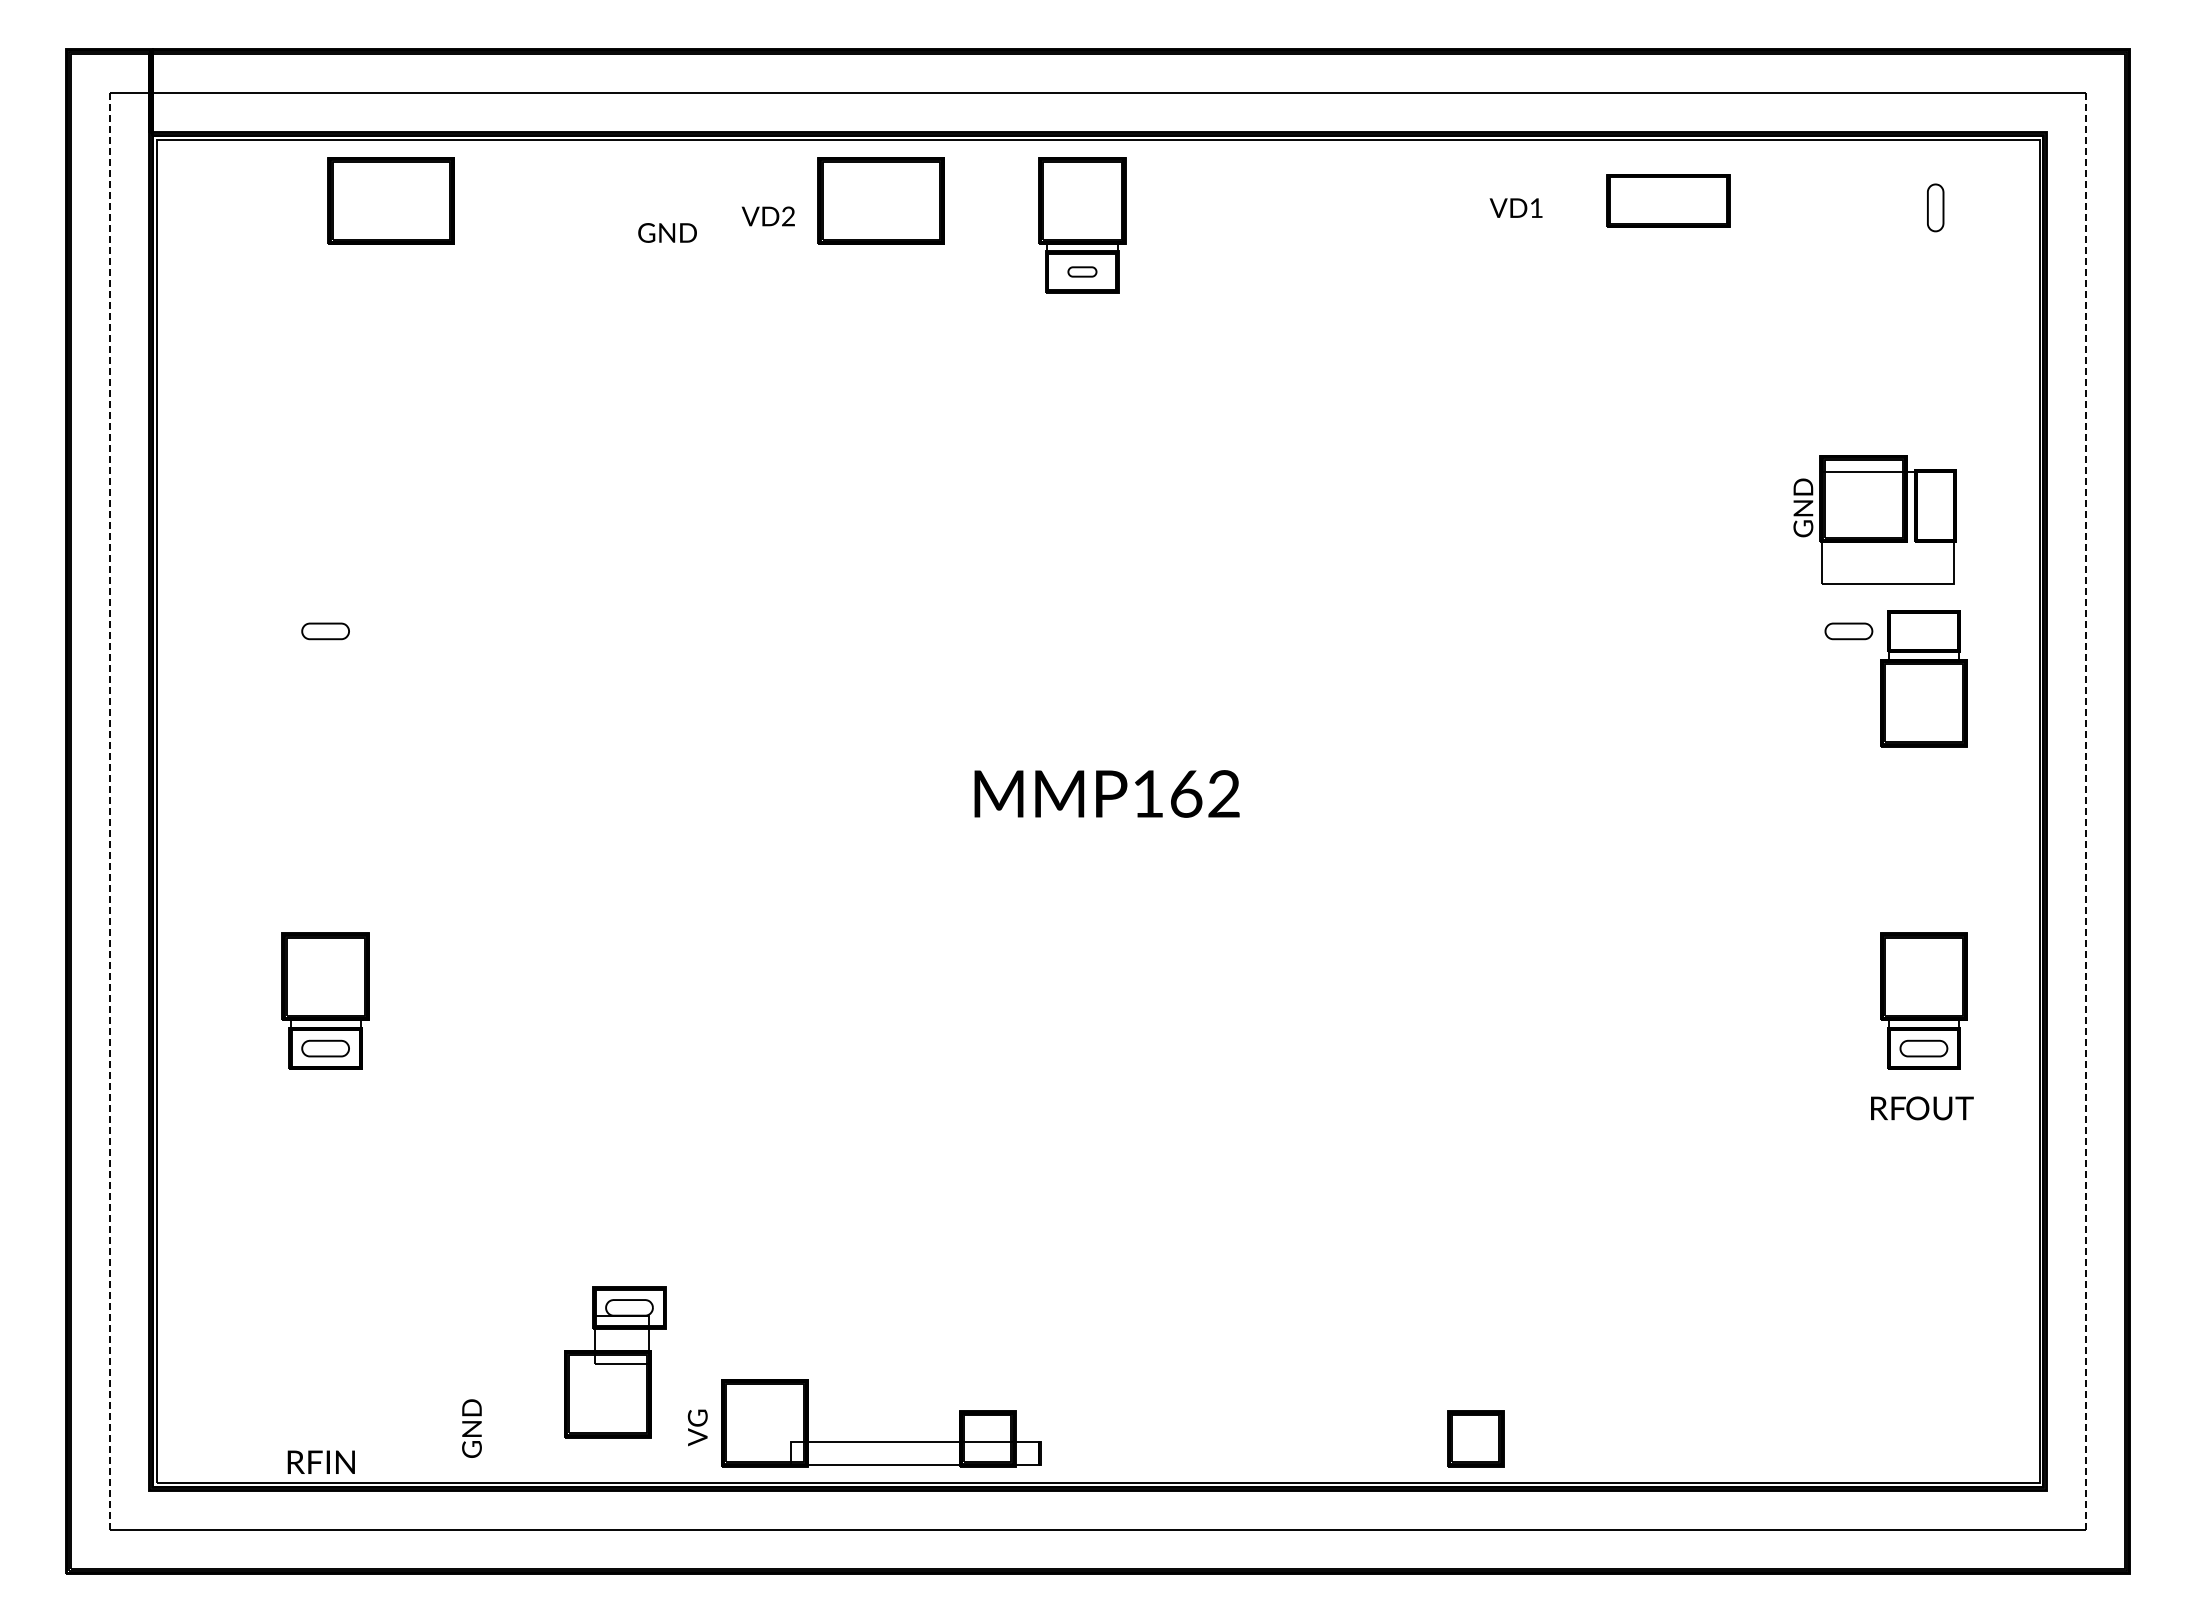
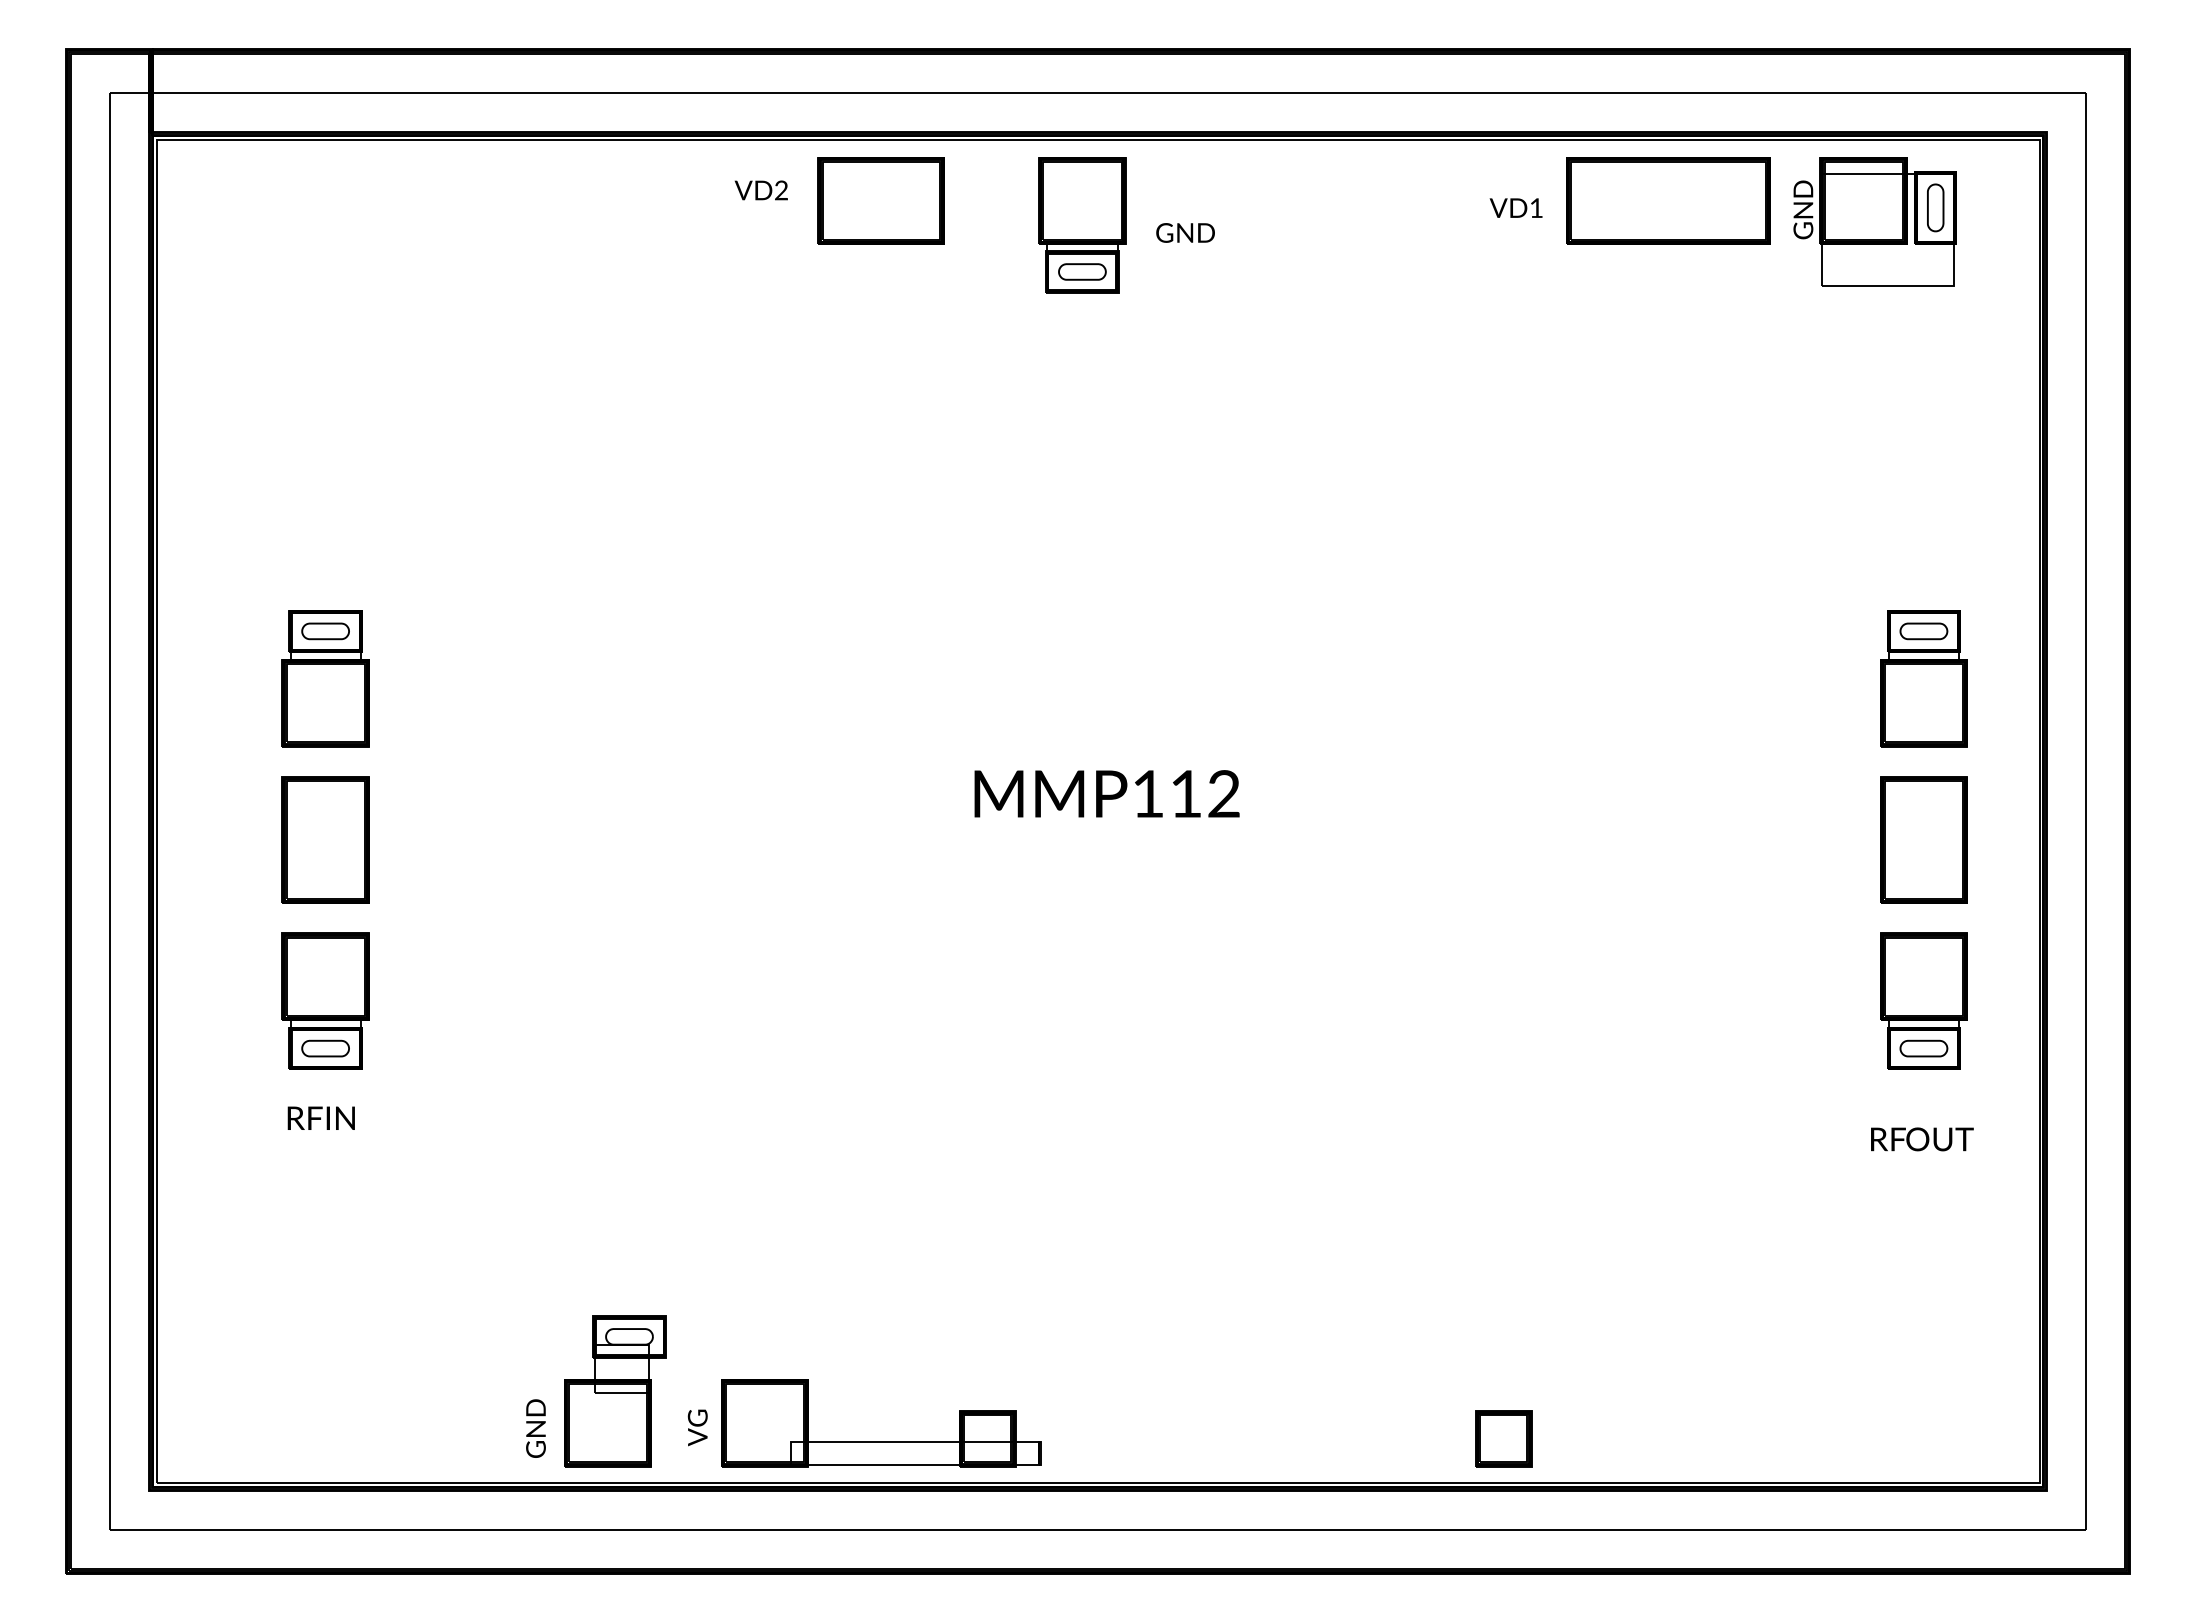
part at (390, 200): present -> none
part at (1668, 200) size: 125x54 px -> 205x88 px
text at (767, 216) position: (767, 216) -> (760, 190)
text at (667, 232) position: (667, 232) -> (1185, 232)
part at (1082, 271) size: 31x12 px -> 49x18 px
part at (1874, 519) position: (1874, 519) -> (1874, 221)
part at (1848, 631) position: (1848, 631) -> (1923, 631)
part at (325, 678): none -> present
text at (1186, 793): MMP162 -> MMP112
line at (109, 811): dashed -> solid
line at (2086, 811): dashed -> solid
part at (325, 839): none -> present
part at (1923, 839): none -> present
text at (1922, 1108) position: (1922, 1108) -> (1922, 1139)
part at (615, 1362) position: (615, 1362) -> (615, 1391)
text at (471, 1428) position: (471, 1428) -> (535, 1428)
part at (1475, 1438) position: (1475, 1438) -> (1503, 1438)
text at (320, 1461) position: (320, 1461) -> (320, 1117)
